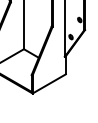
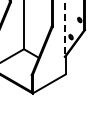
line at (64, 28): solid -> dashed
